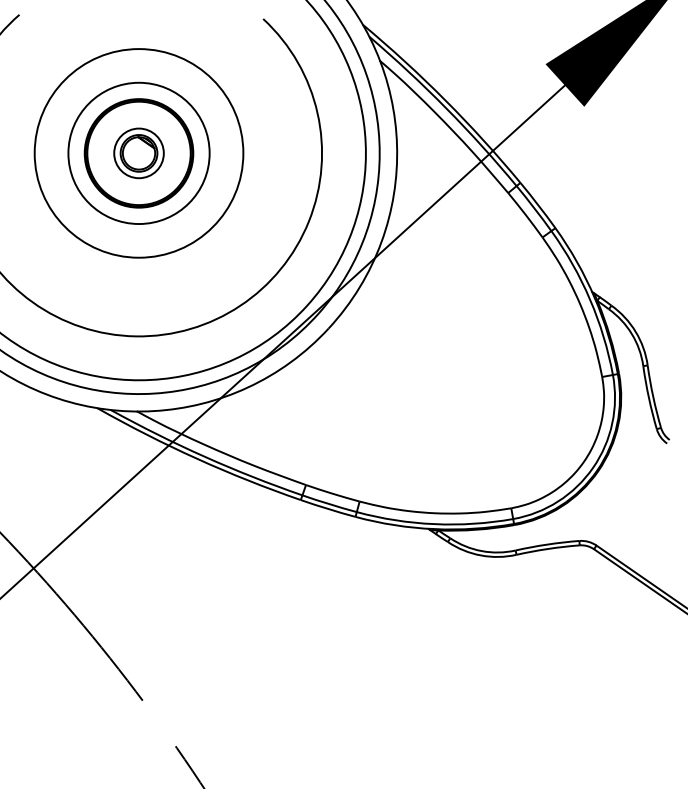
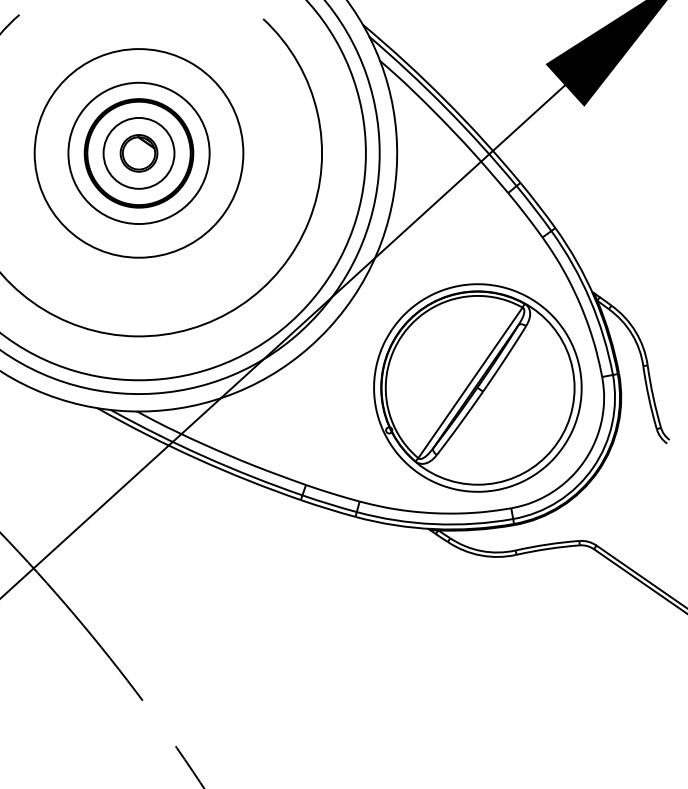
circle at (138, 153) diameter: 50 px -> 71 px
part at (477, 387): none -> present
